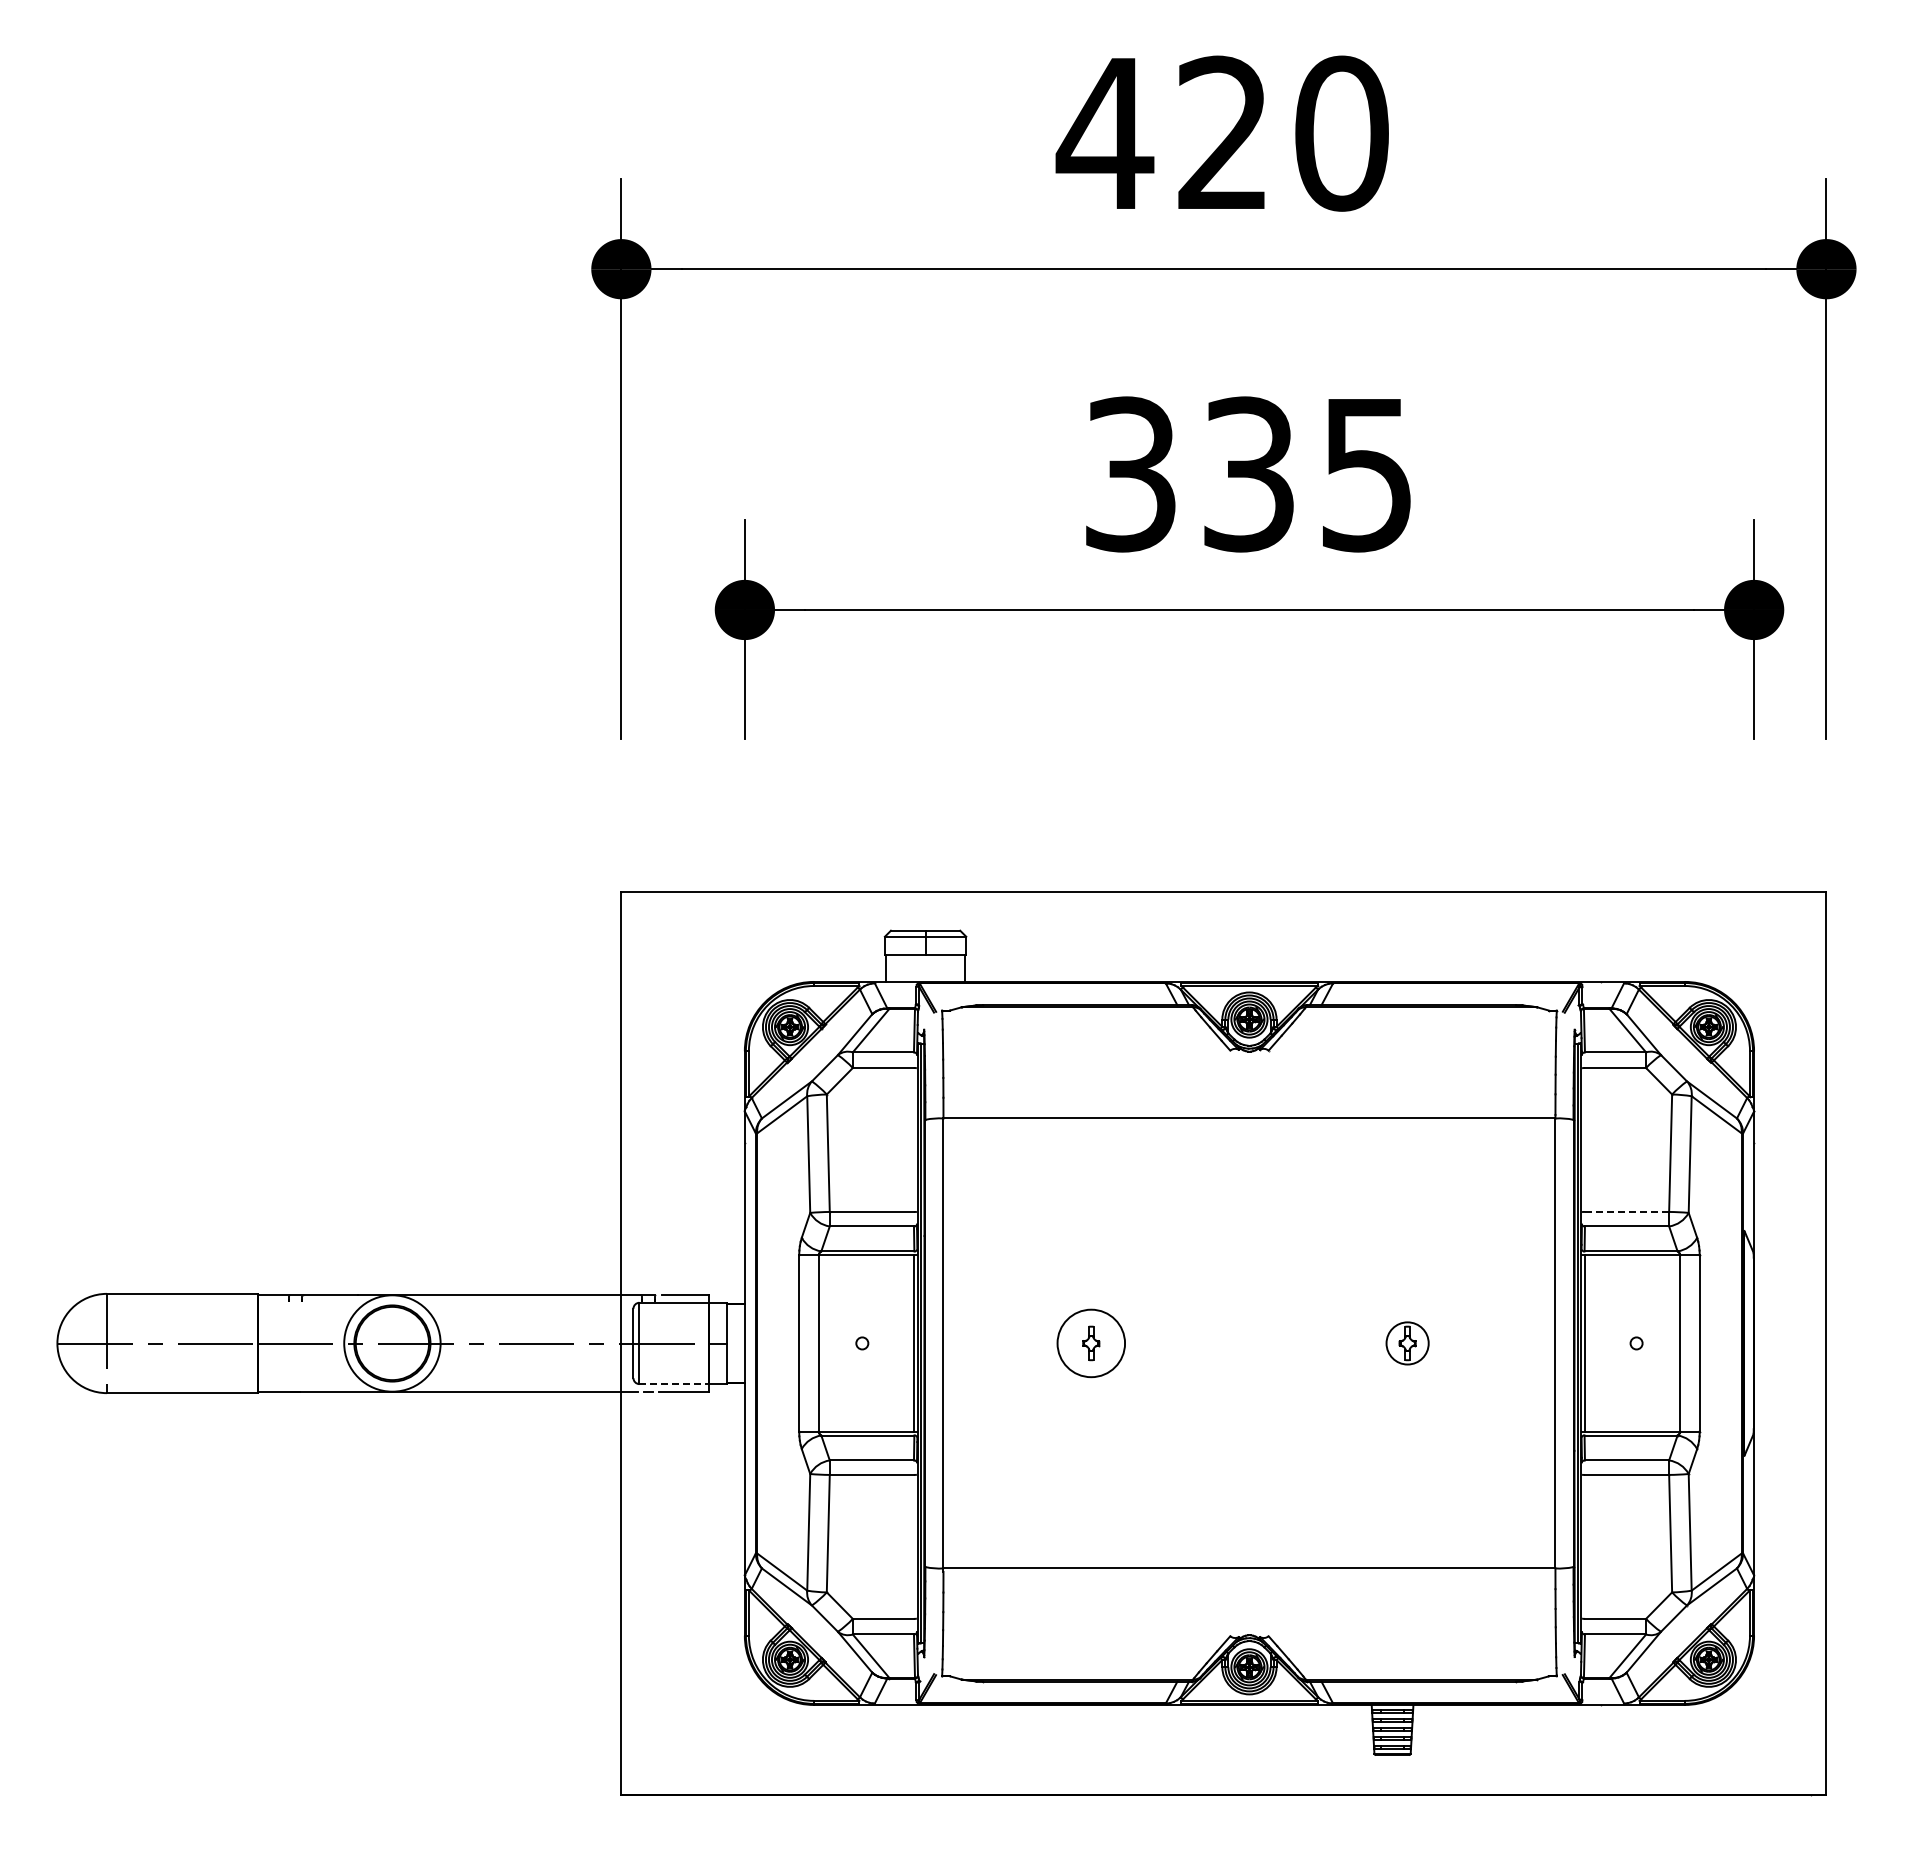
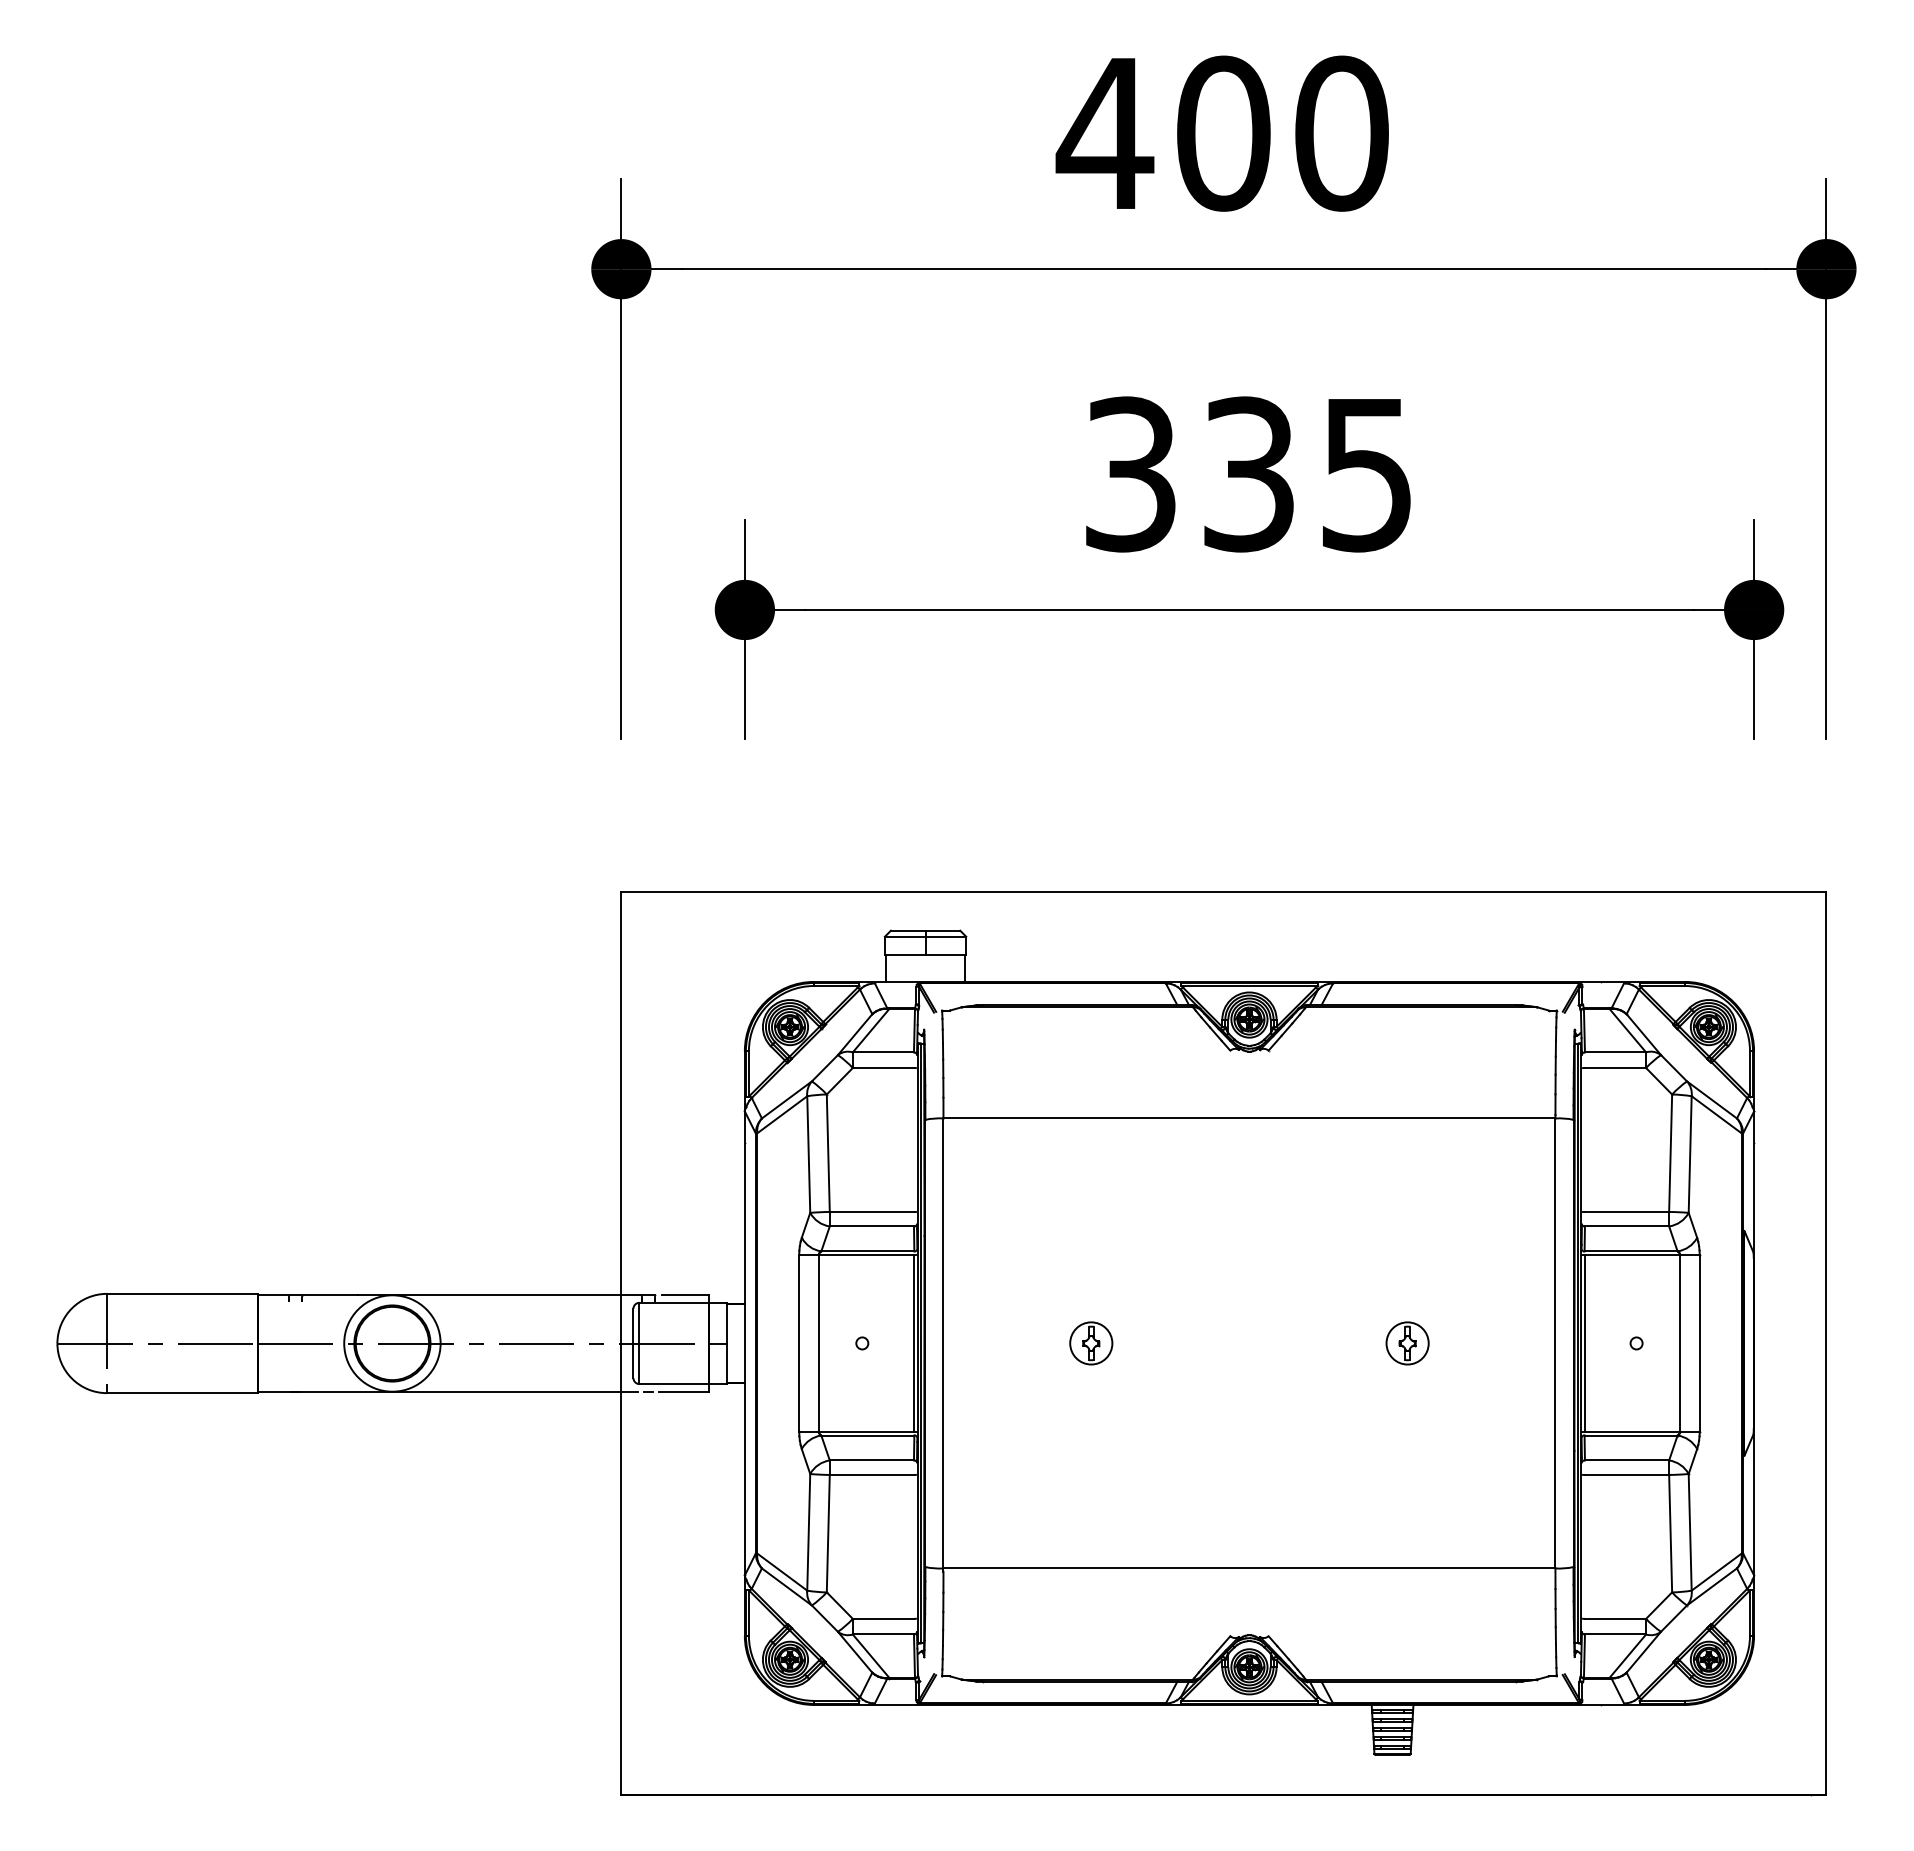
text at (1223, 133): 420 -> 400
line at (1627, 1211): dashed -> solid
circle at (1091, 1343) diameter: 67 px -> 42 px
line at (674, 1384): dashed -> solid
